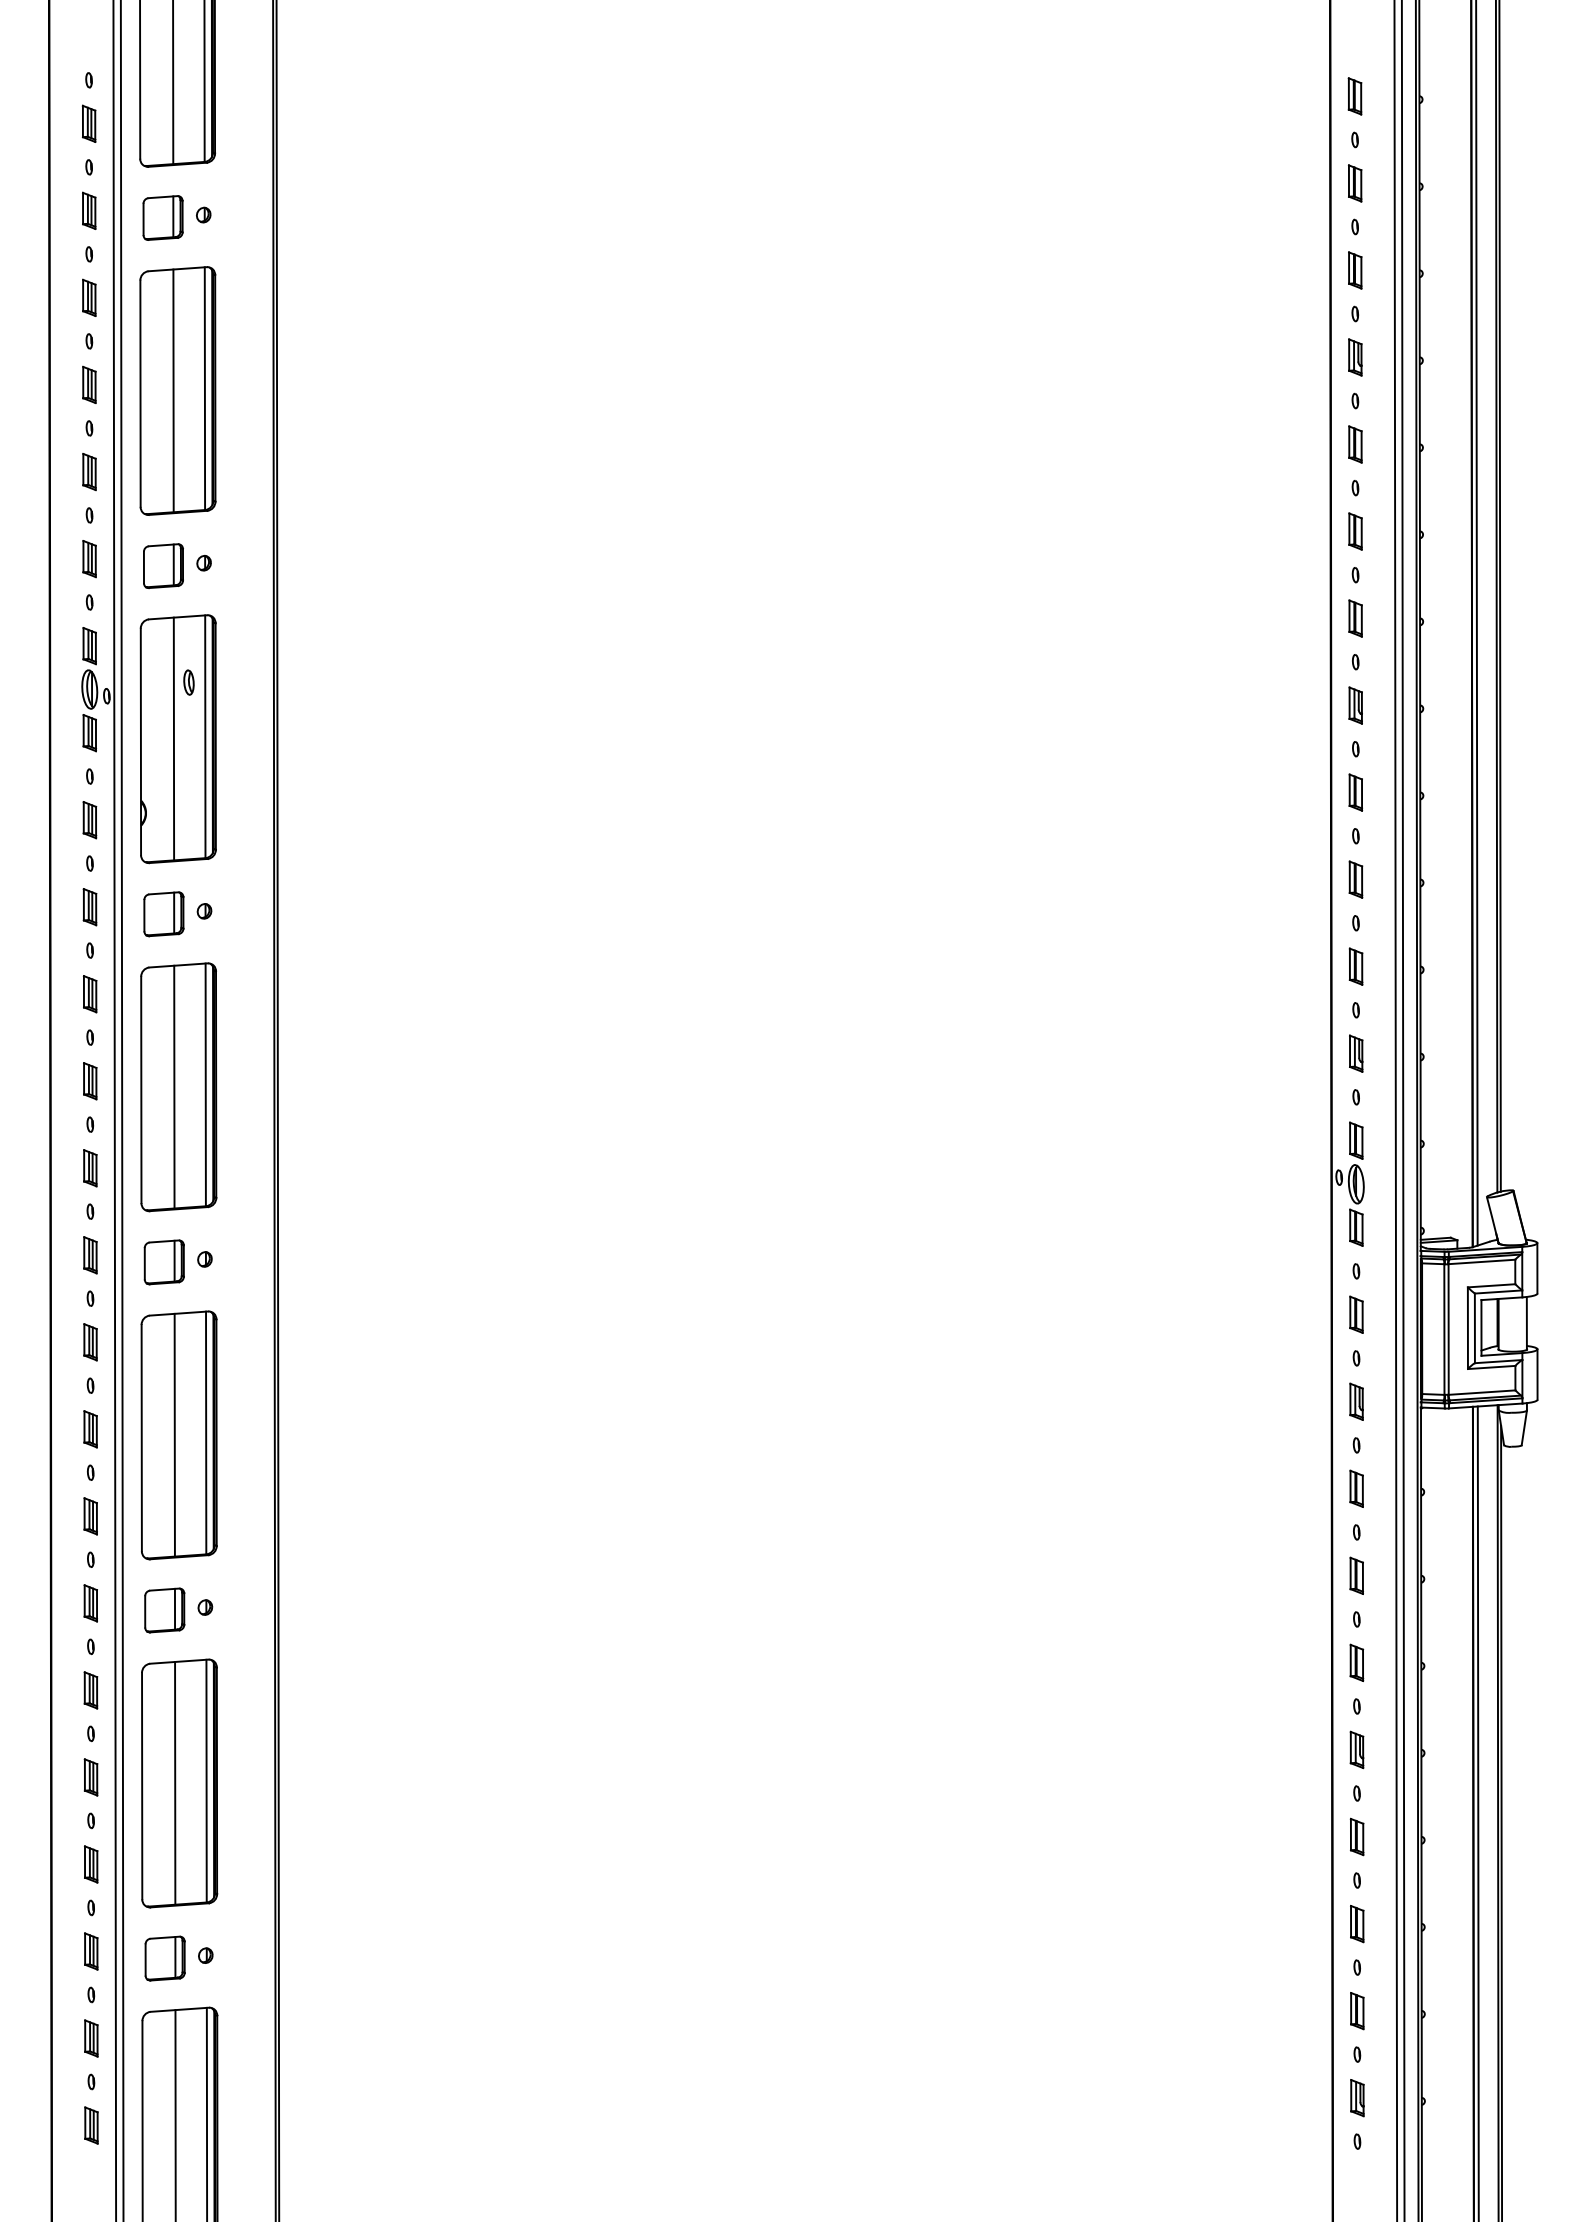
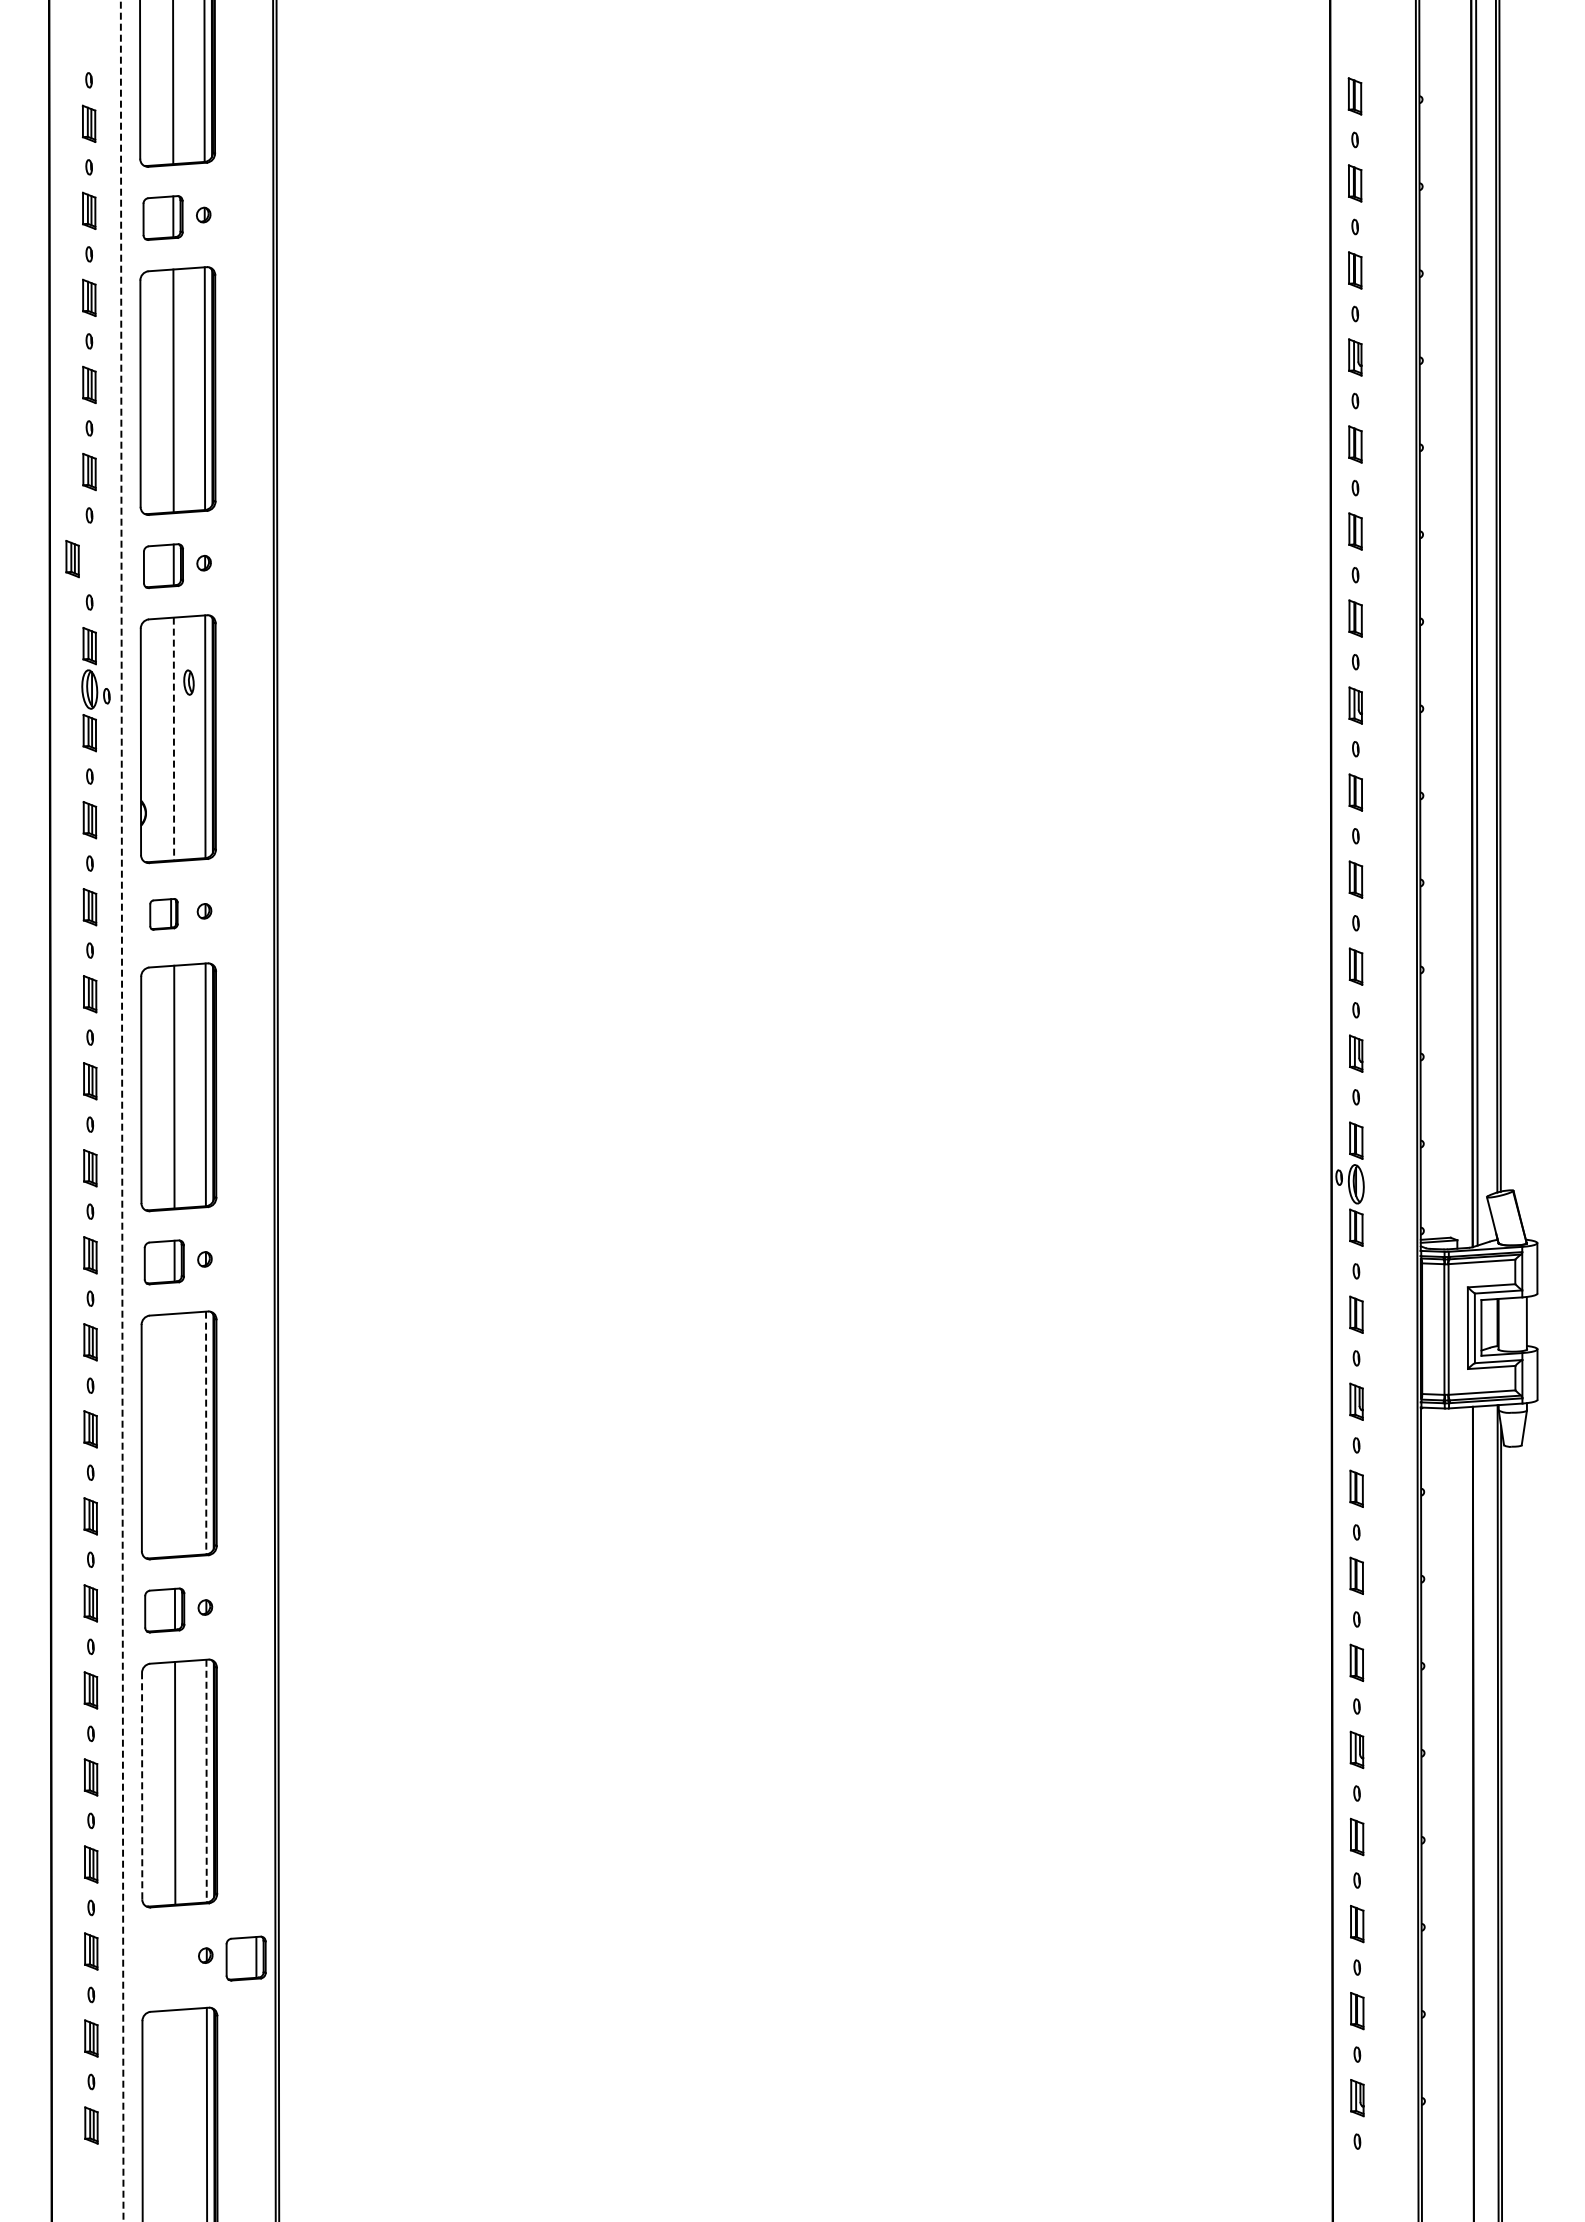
part at (89, 559) position: (89, 559) -> (72, 559)
line at (173, 739): solid -> dashed
part at (163, 914) size: 42x47 px -> 30x33 px
line at (114, 1110): present -> none
line at (122, 1110): solid -> dashed
line at (1395, 1110): present -> none
line at (1402, 1110): present -> none
line at (206, 1433): solid -> dashed
line at (174, 1434): present -> none
line at (206, 1781): solid -> dashed
line at (142, 1785): solid -> dashed
line at (1477, 1812): present -> none
part at (164, 1958) position: (164, 1958) -> (245, 1958)
line at (175, 2114): present -> none
